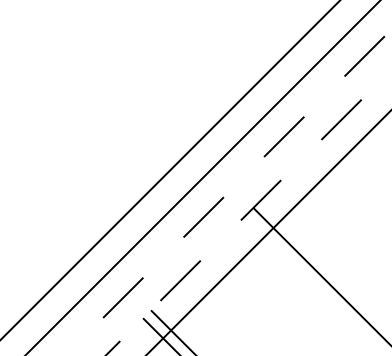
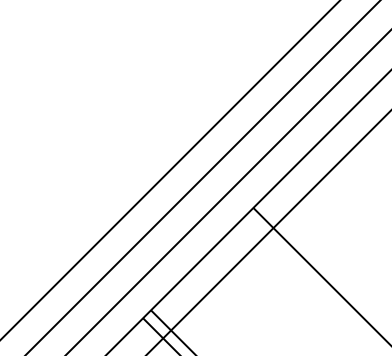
line at (228, 192): dashed -> solid
line at (248, 213): dashed -> solid
